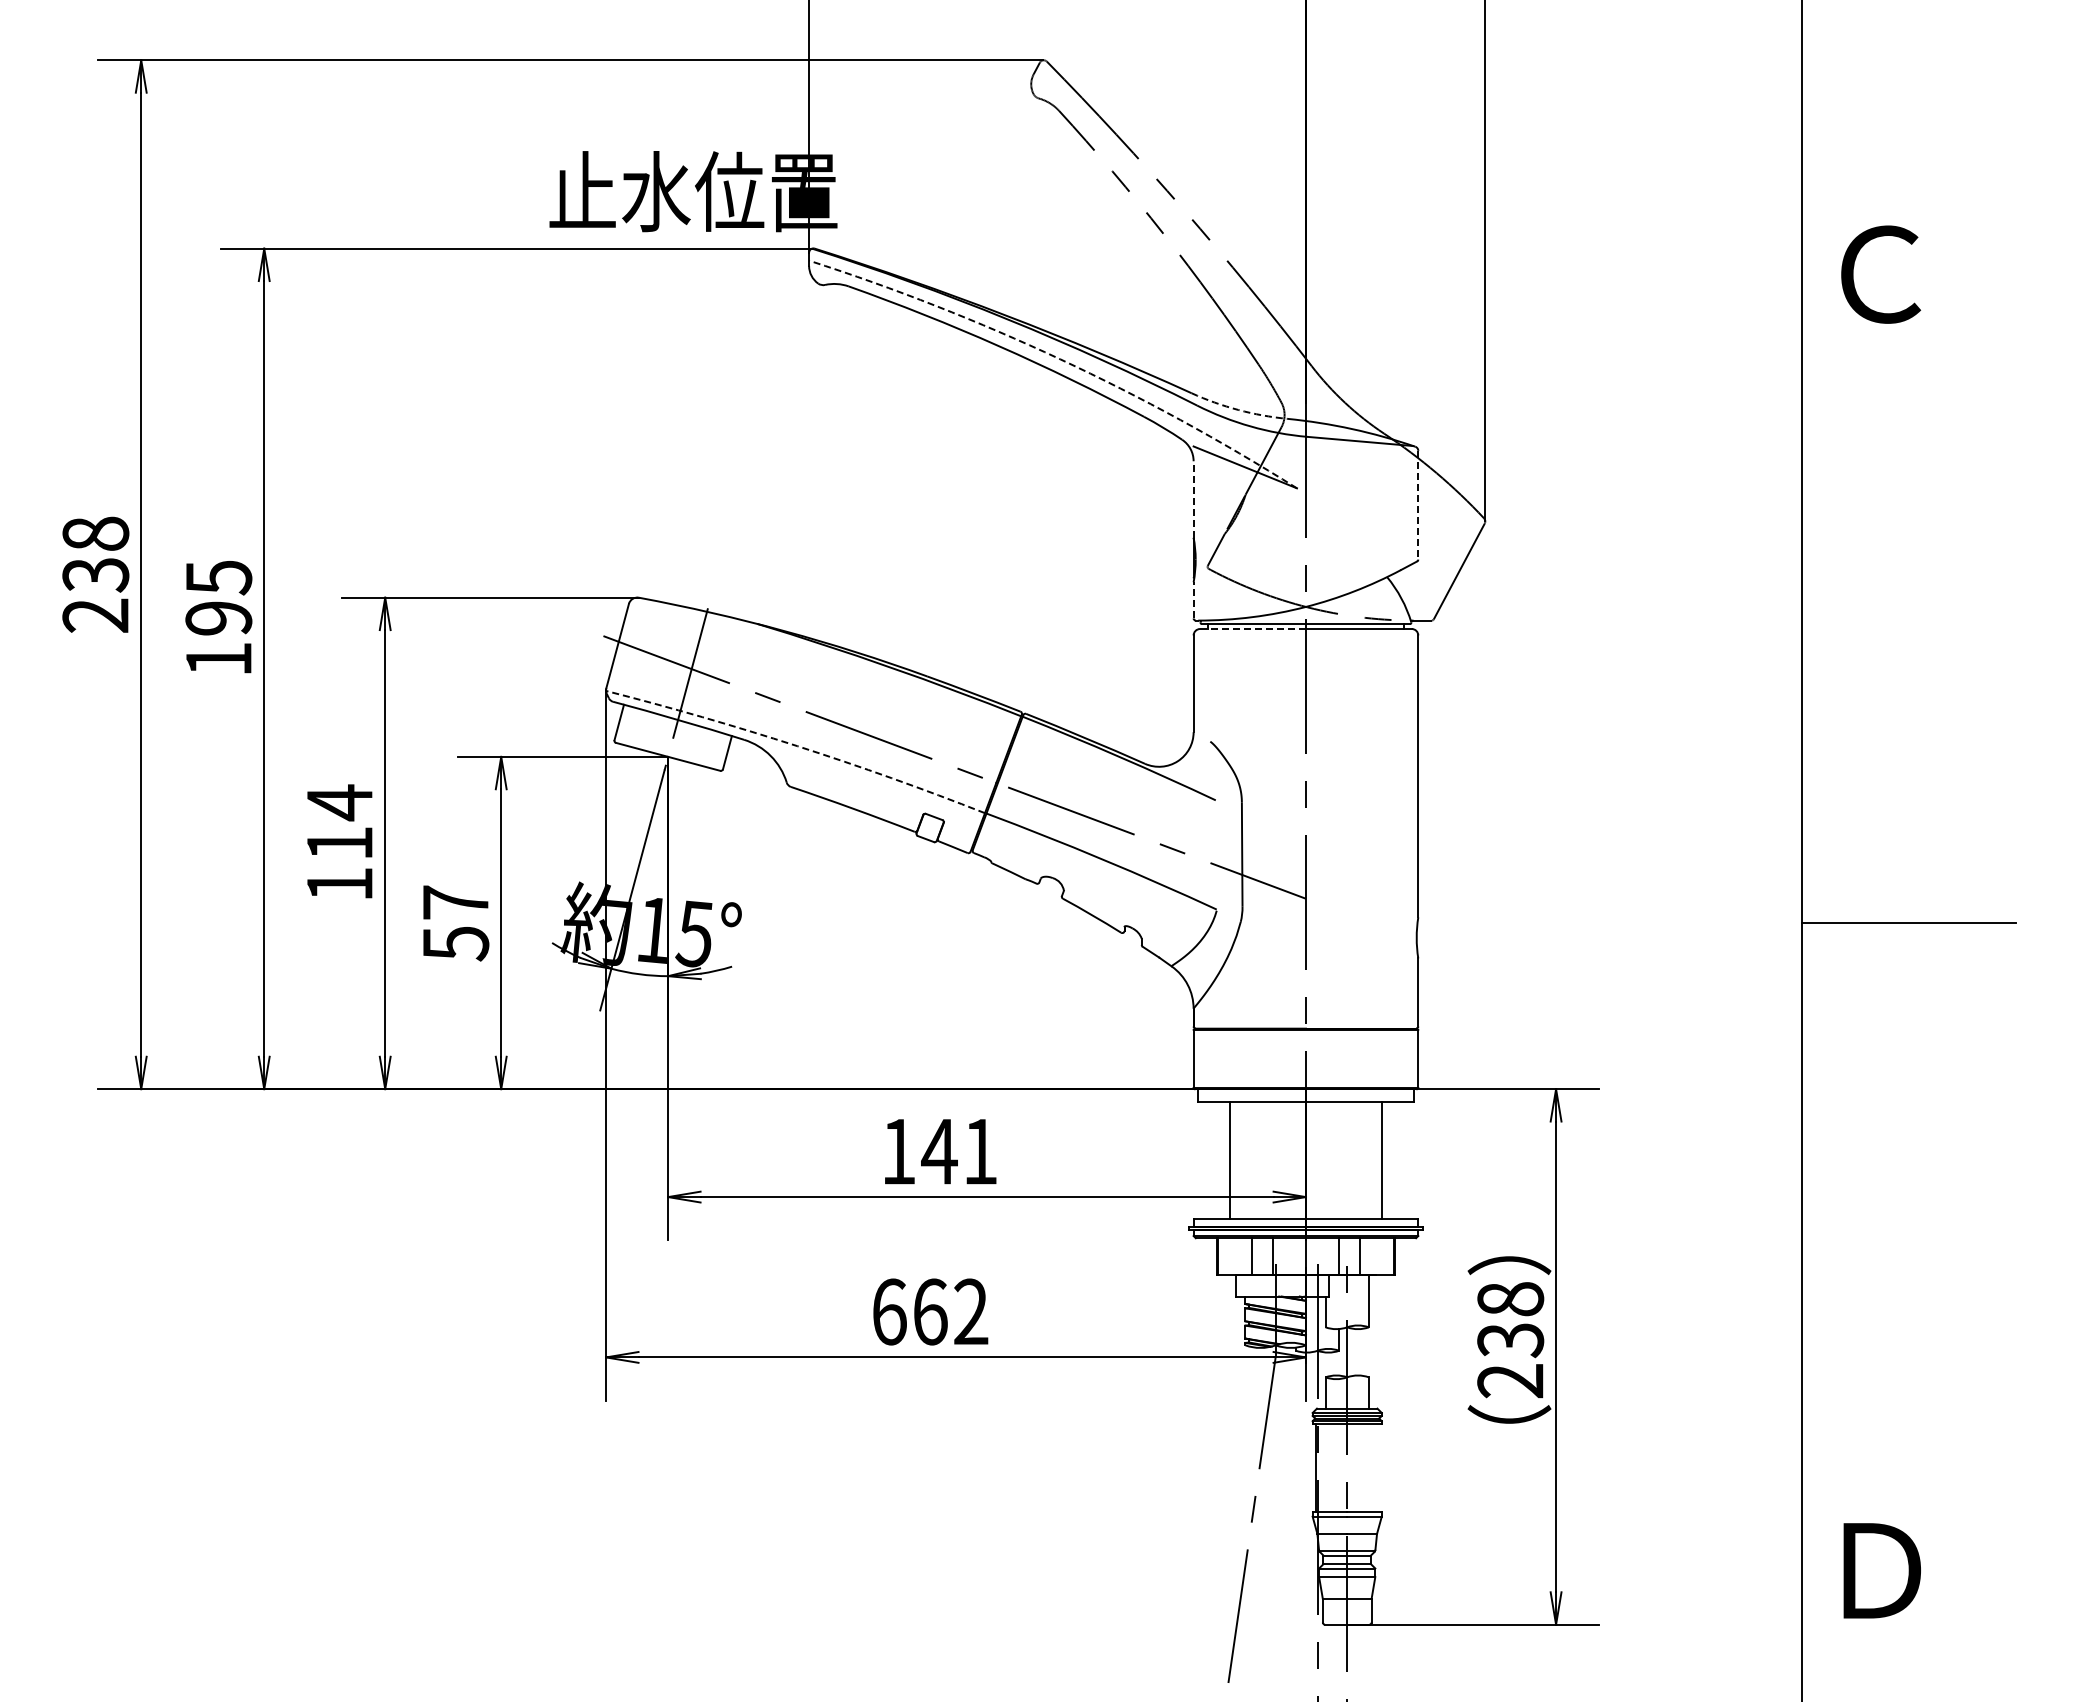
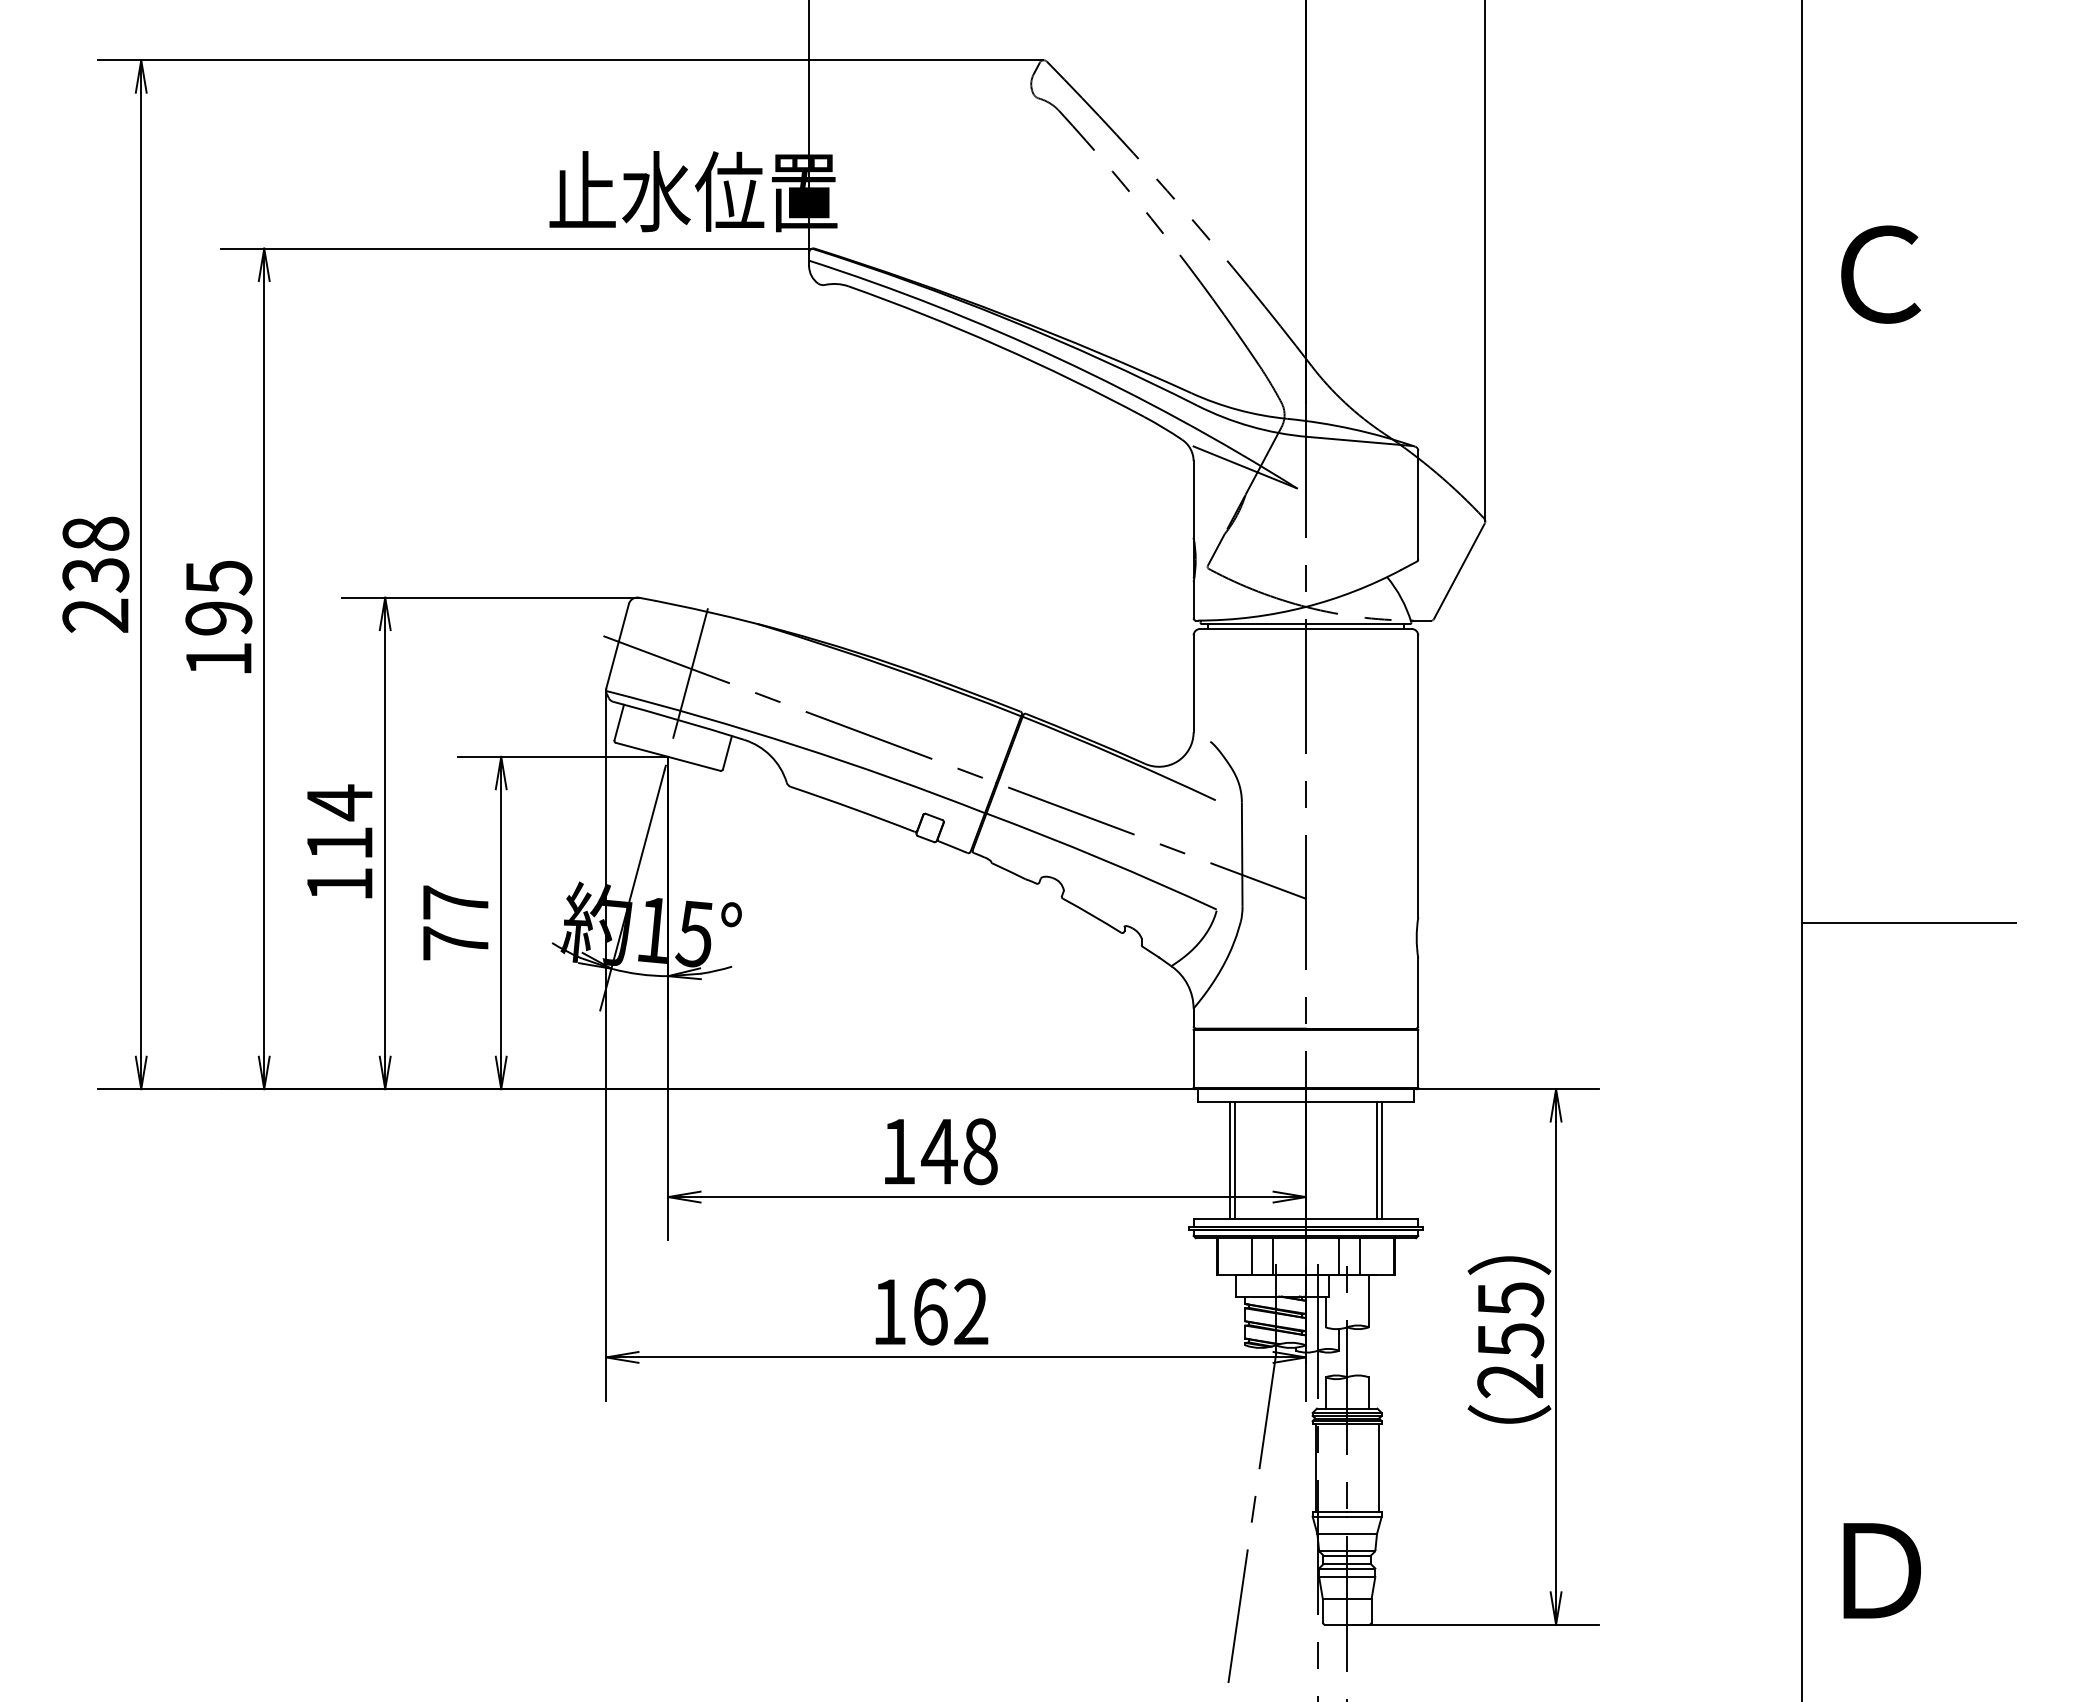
arc at (1060, 359): dashed -> solid
arc at (1238, 409): dashed -> solid
line at (1193, 499): dashed -> solid
line at (1418, 505): dashed -> solid
line at (1193, 599): dashed -> solid
line at (1253, 629): dashed -> solid
arc at (797, 746): dashed -> solid
text at (456, 943): 57 -> 77
text at (980, 1151): 141 -> 148
line at (1234, 1160): none -> present
line at (1377, 1160): none -> present
text at (889, 1311): 662 -> 162
text at (1510, 1320): 238 -> 255
line at (1378, 1467): none -> present
